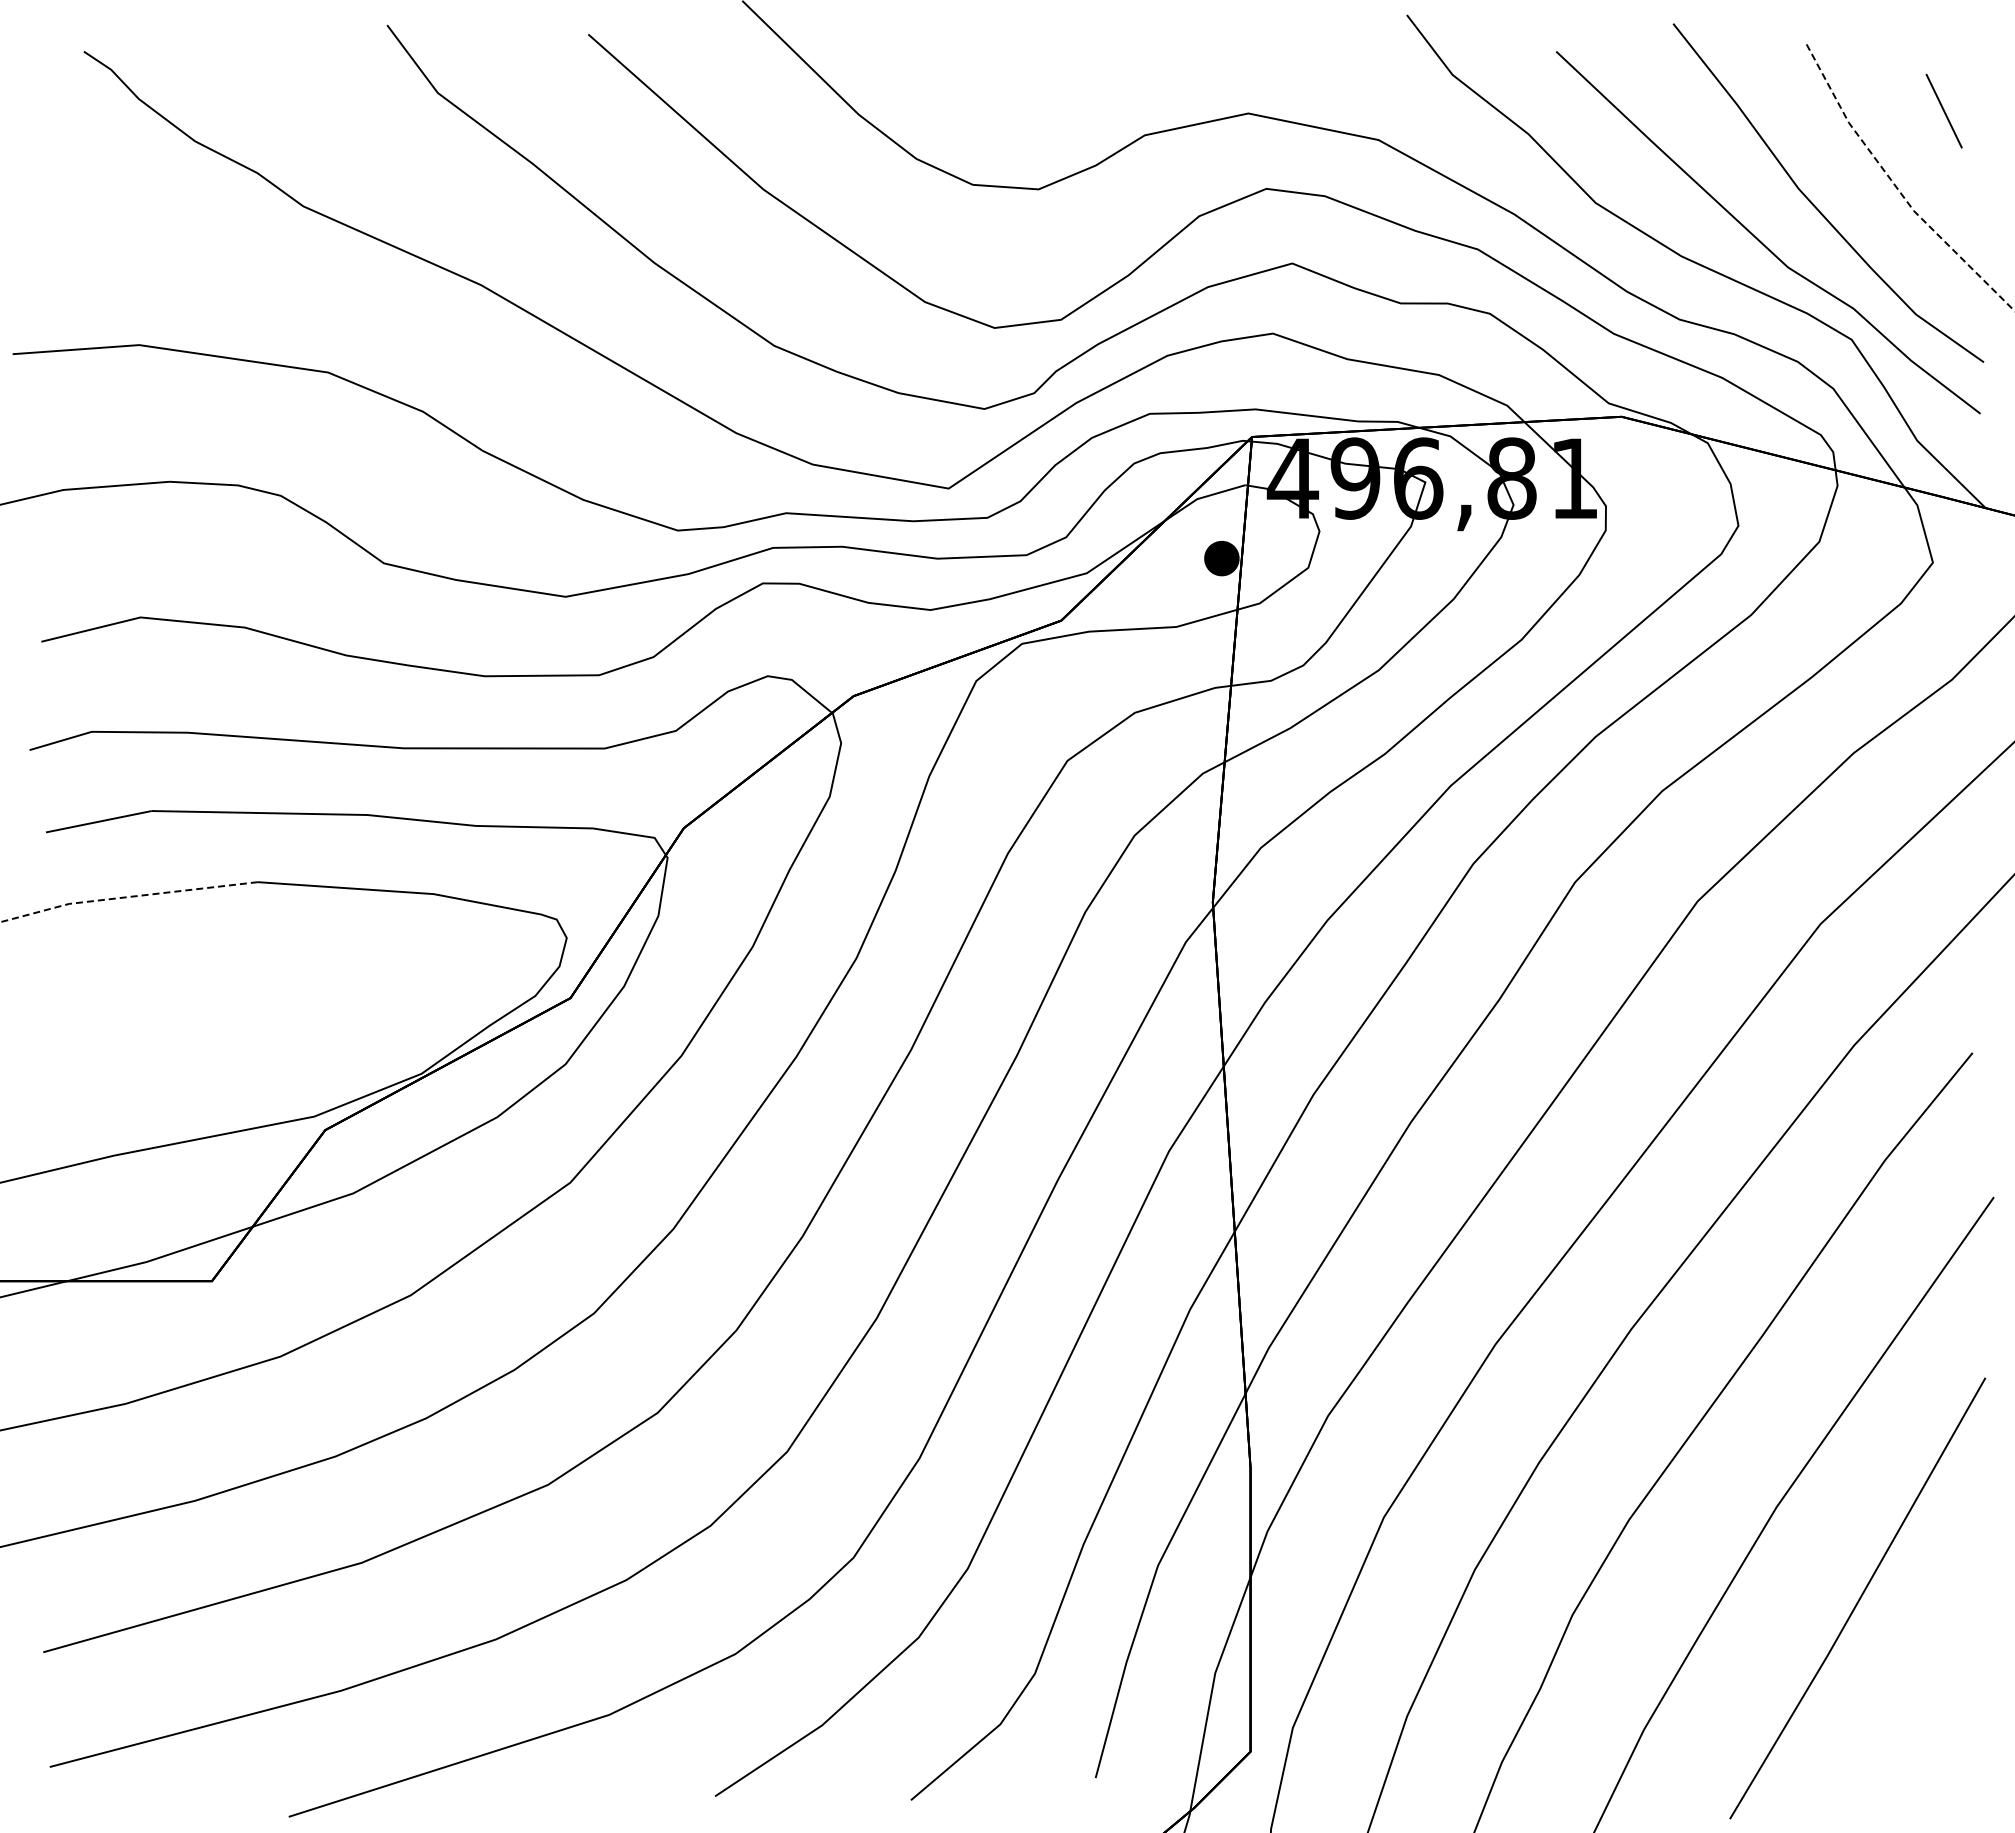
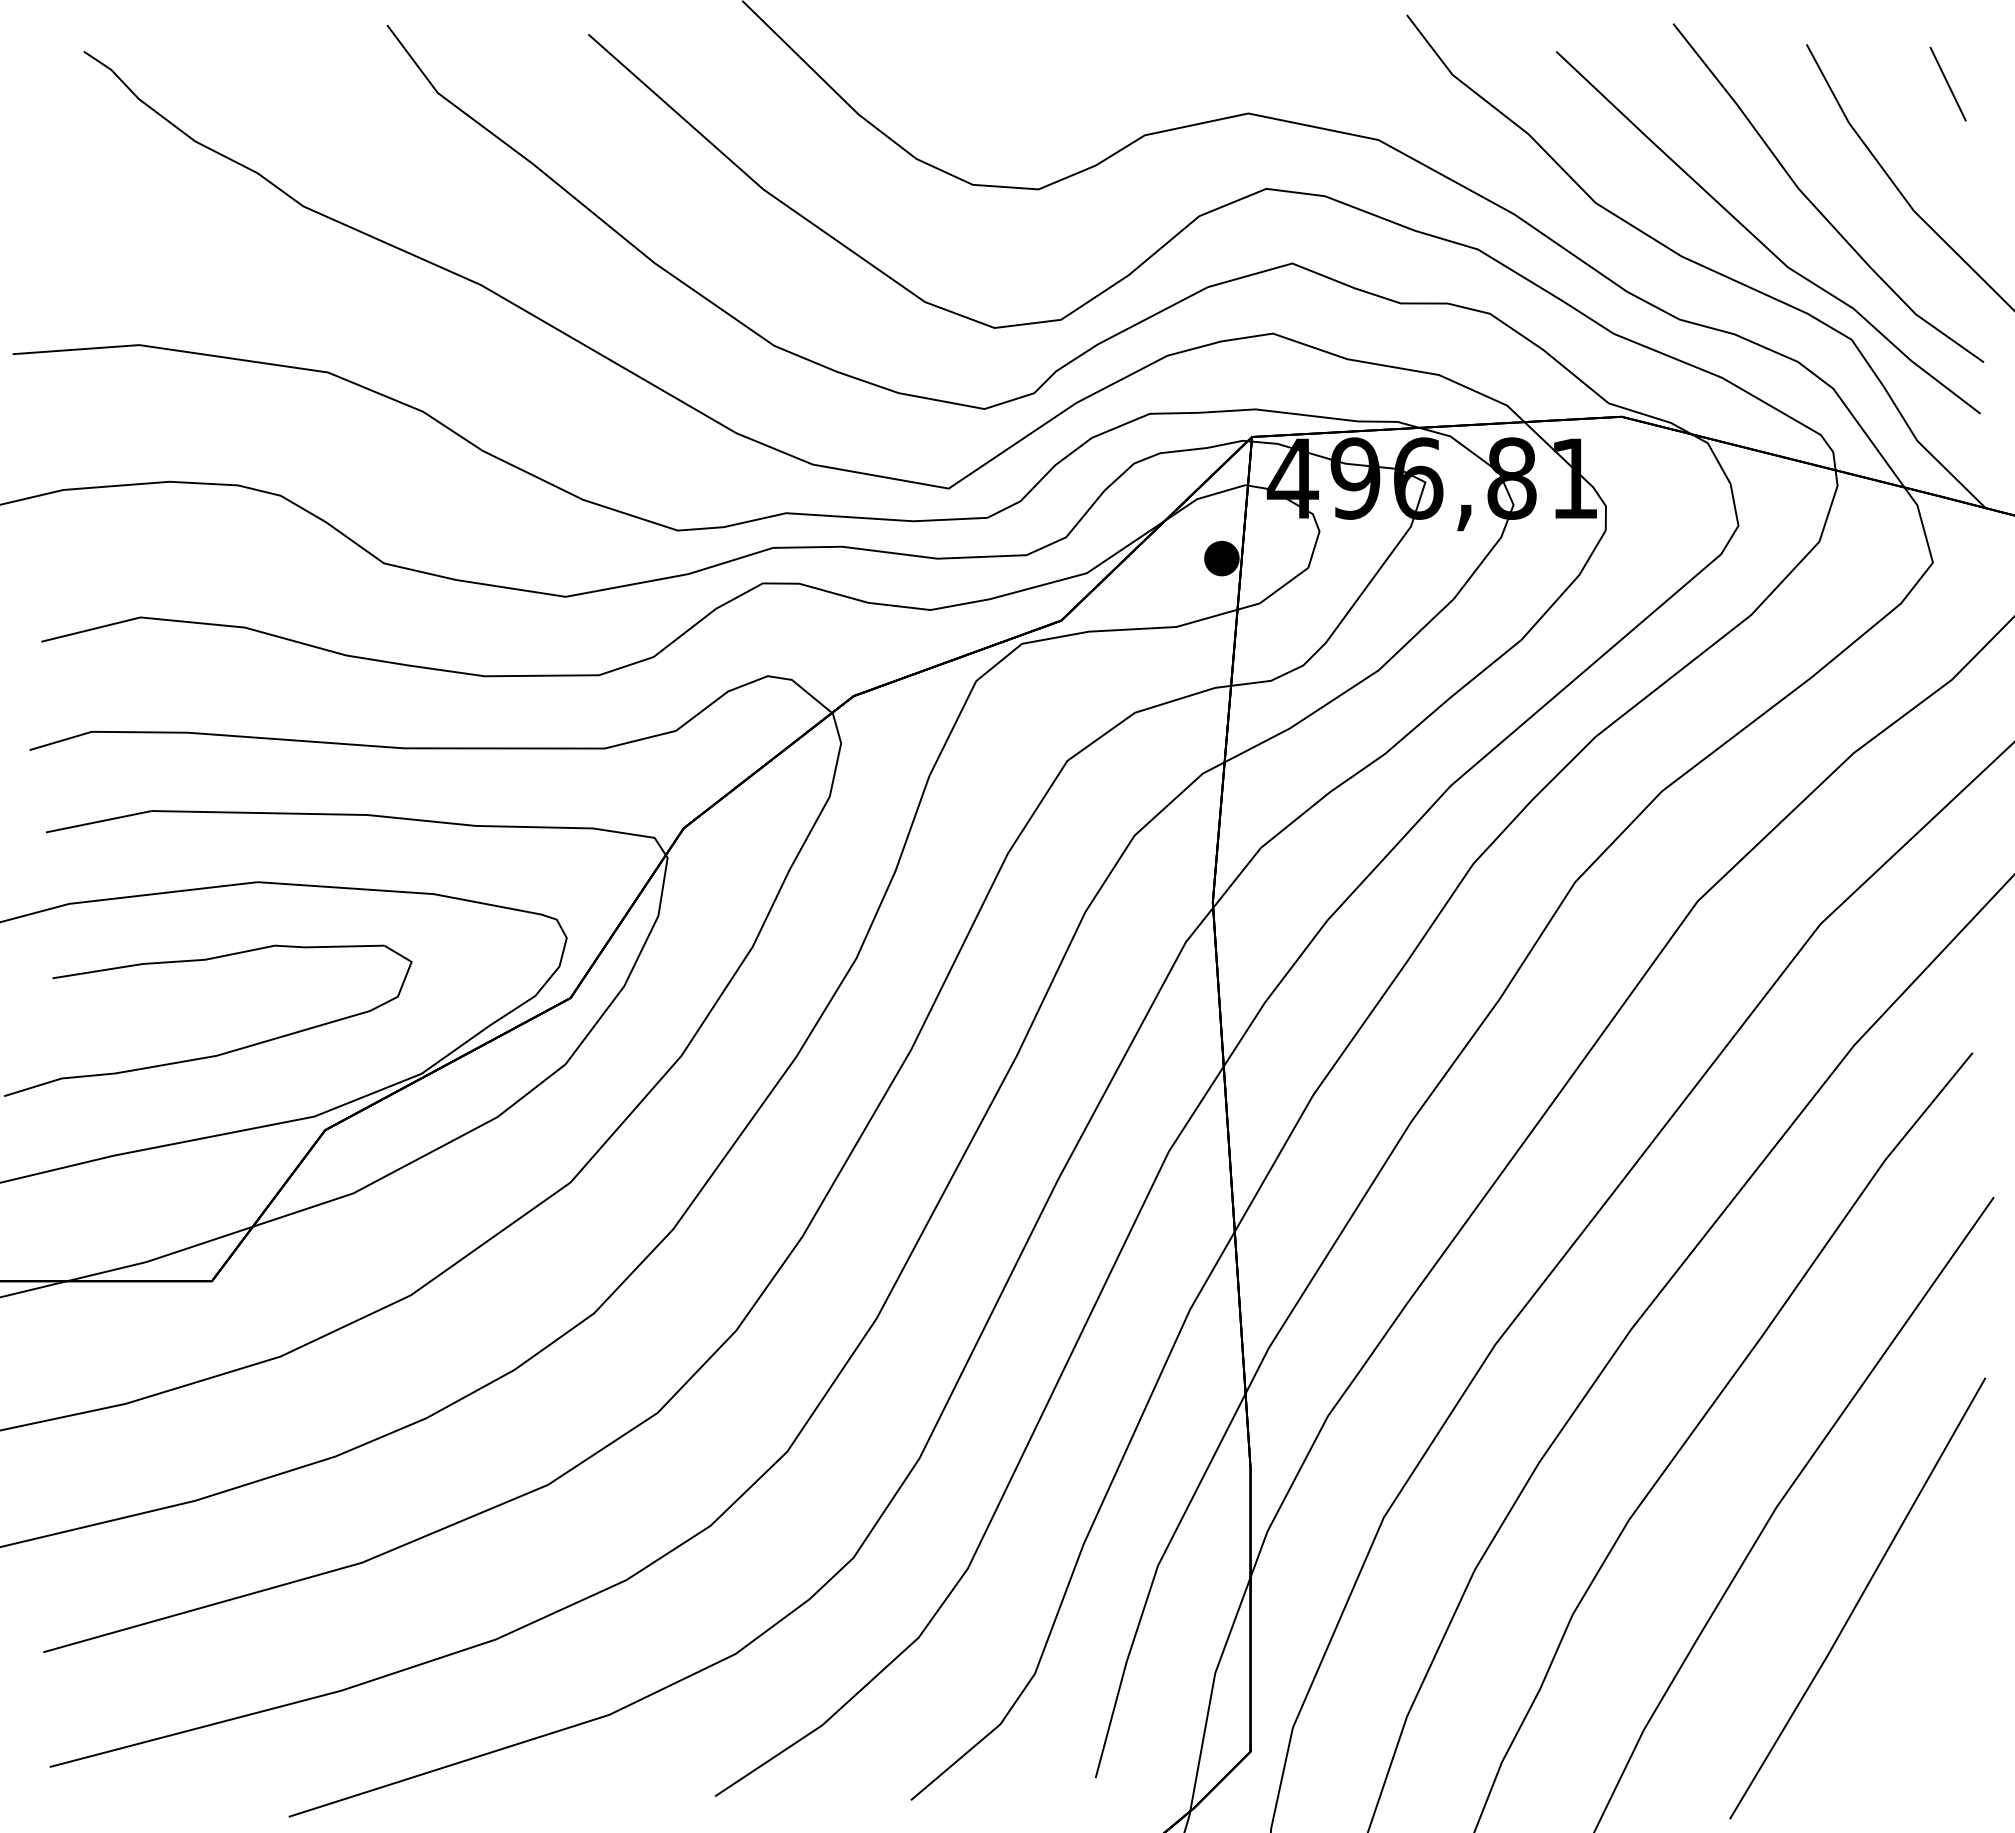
line at (1943, 111) position: (1943, 111) -> (1947, 84)
line at (1896, 187): dashed -> solid
line at (127, 897): dashed -> solid
part at (216, 1054): none -> present
